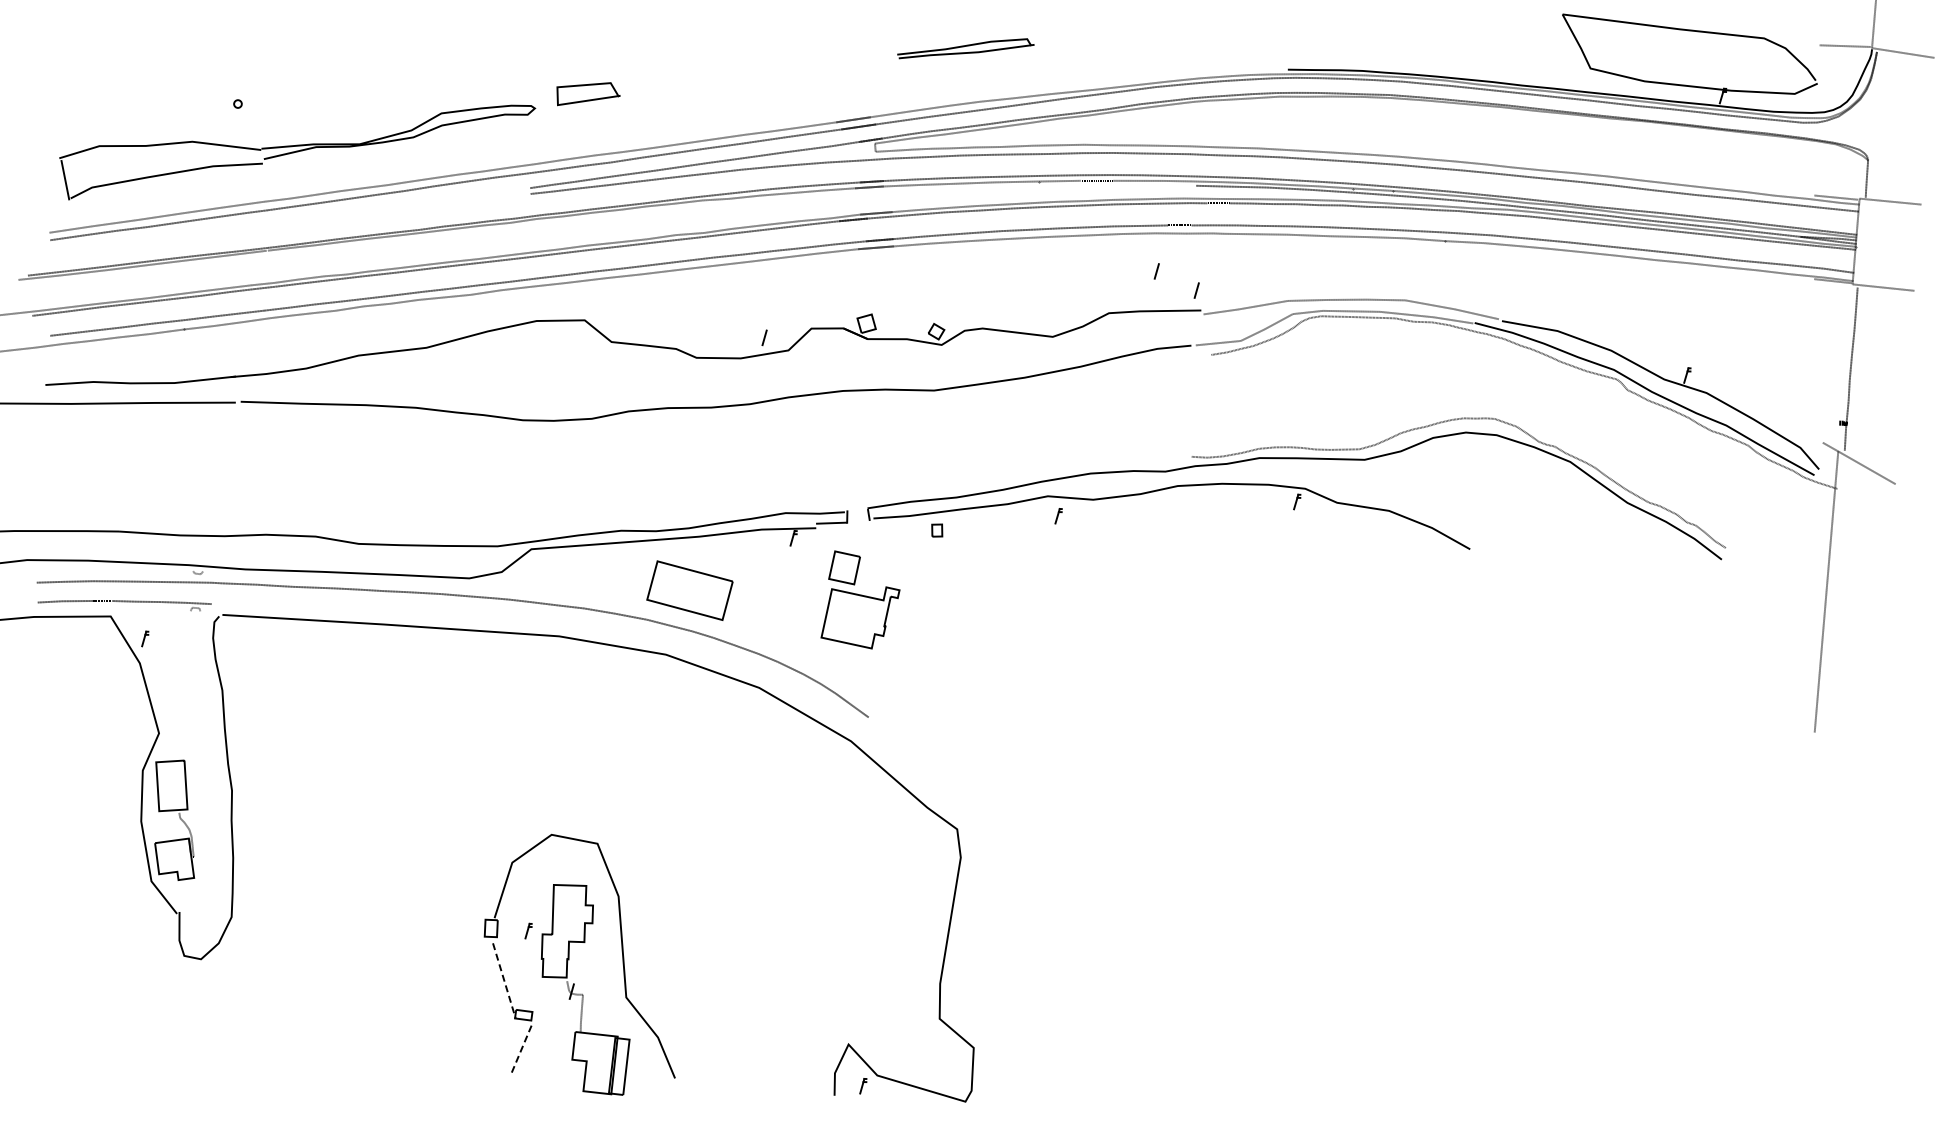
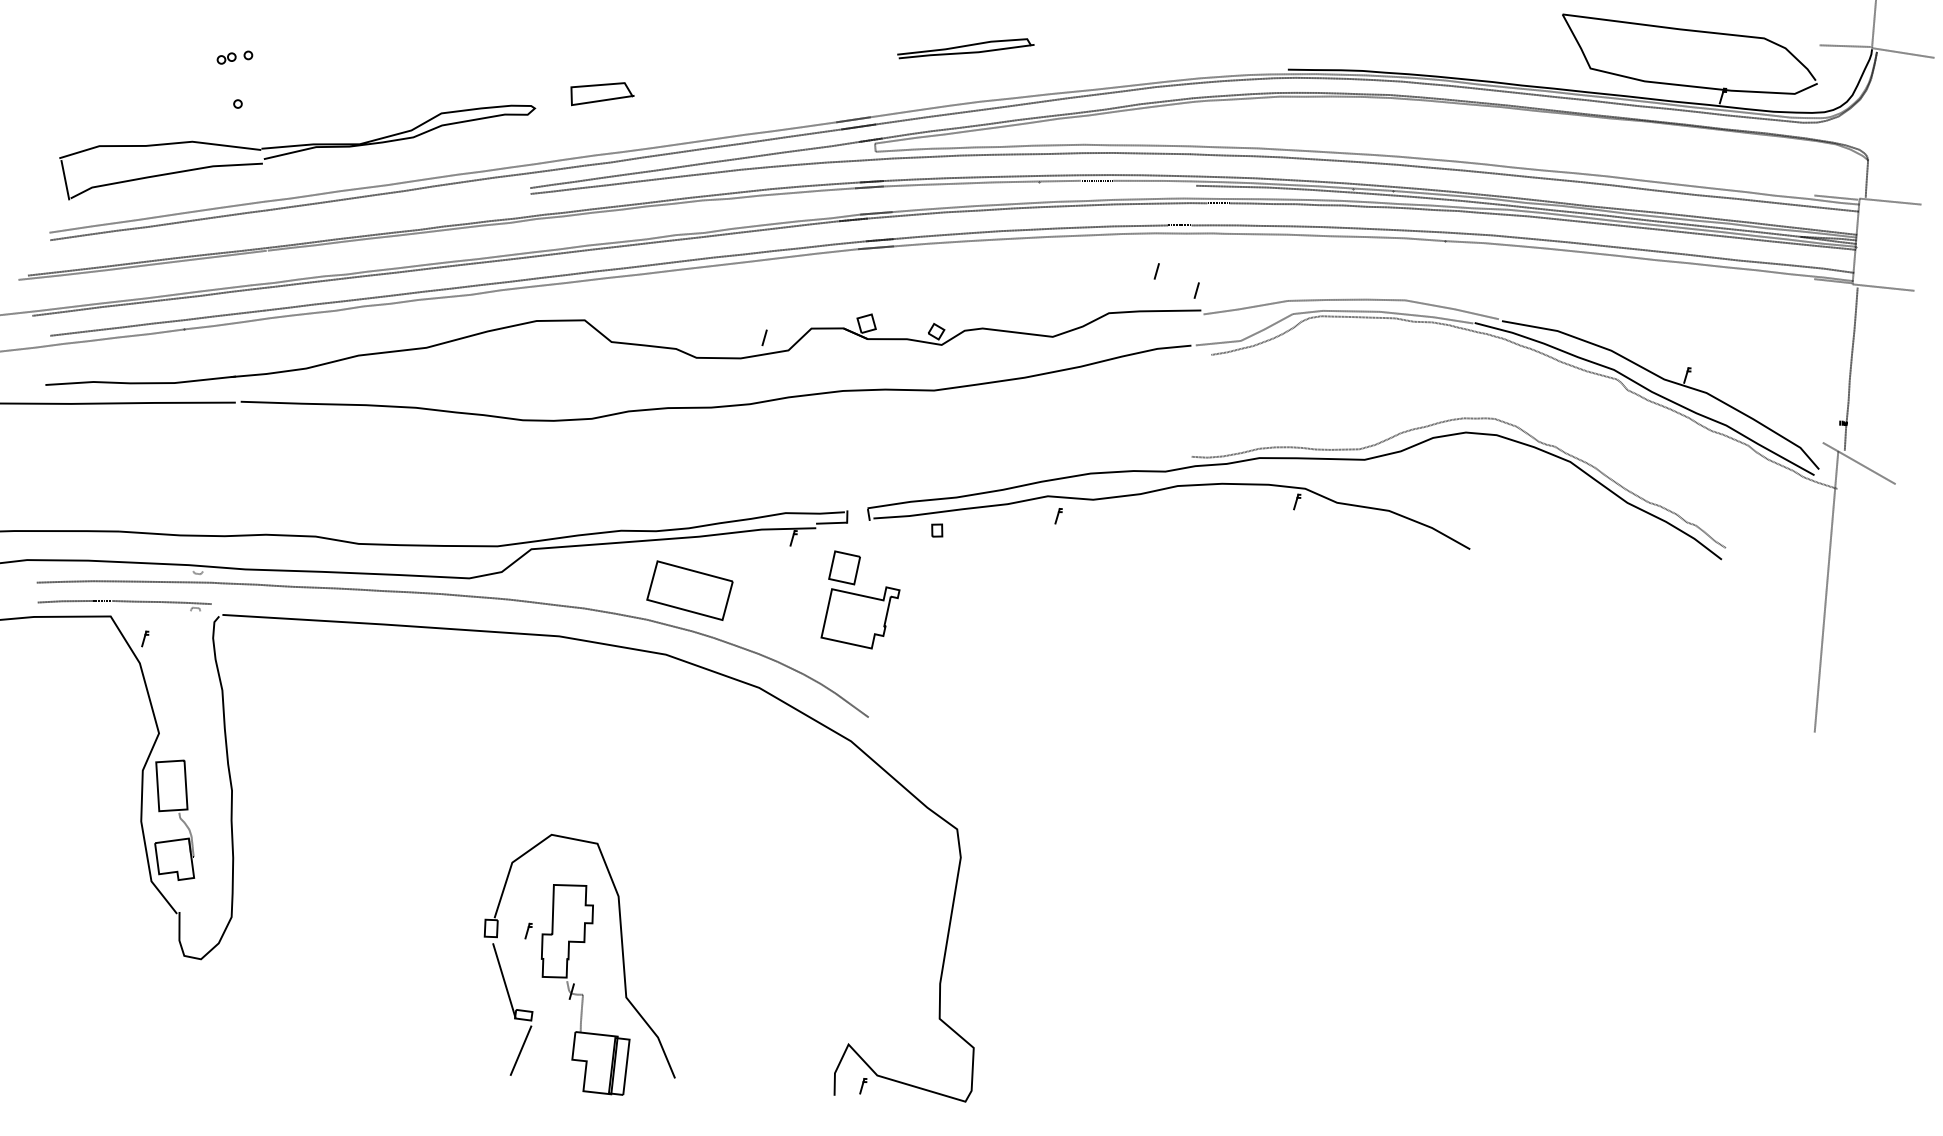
part at (234, 57): none -> present
line at (588, 99) position: (588, 99) -> (602, 99)
line at (504, 981): dashed -> solid
line at (520, 1051): dashed -> solid
